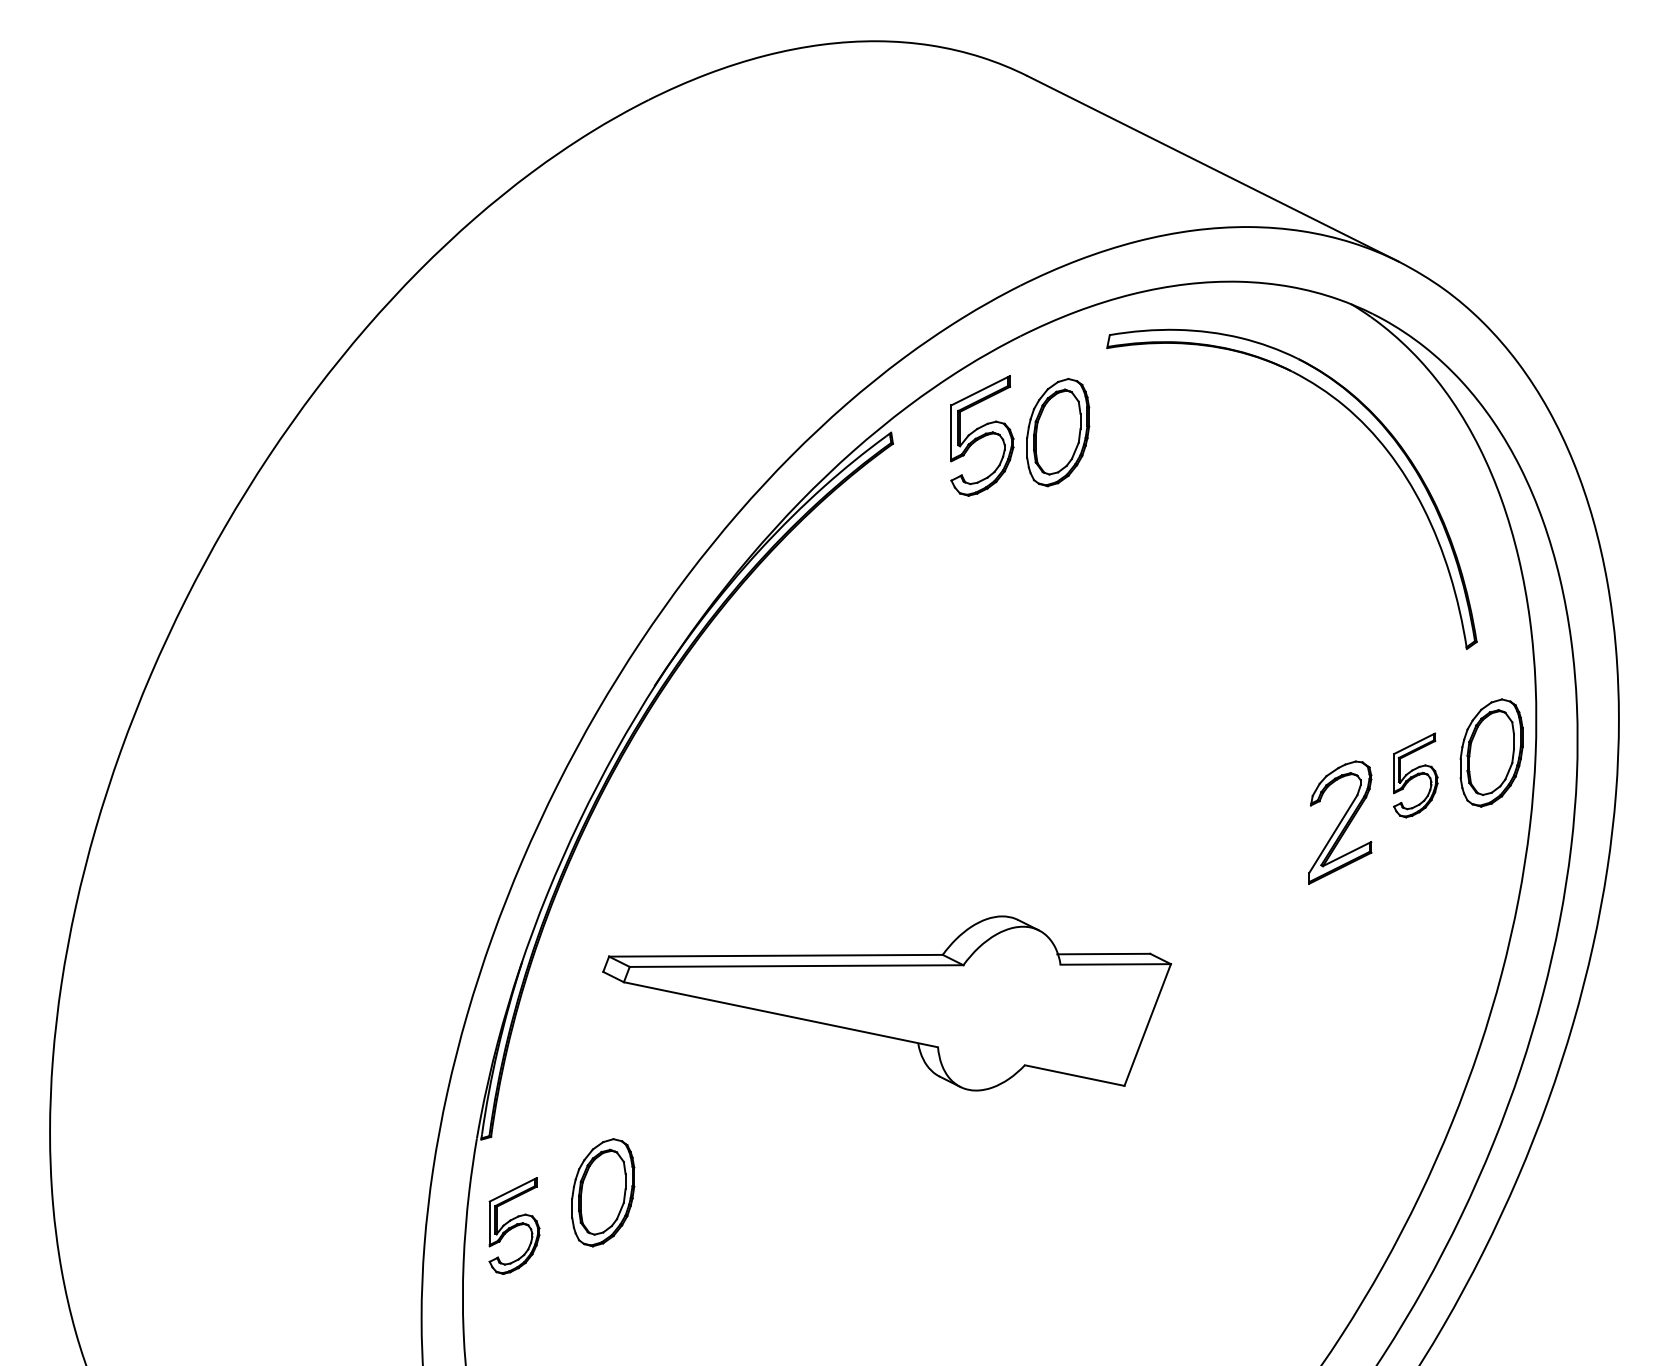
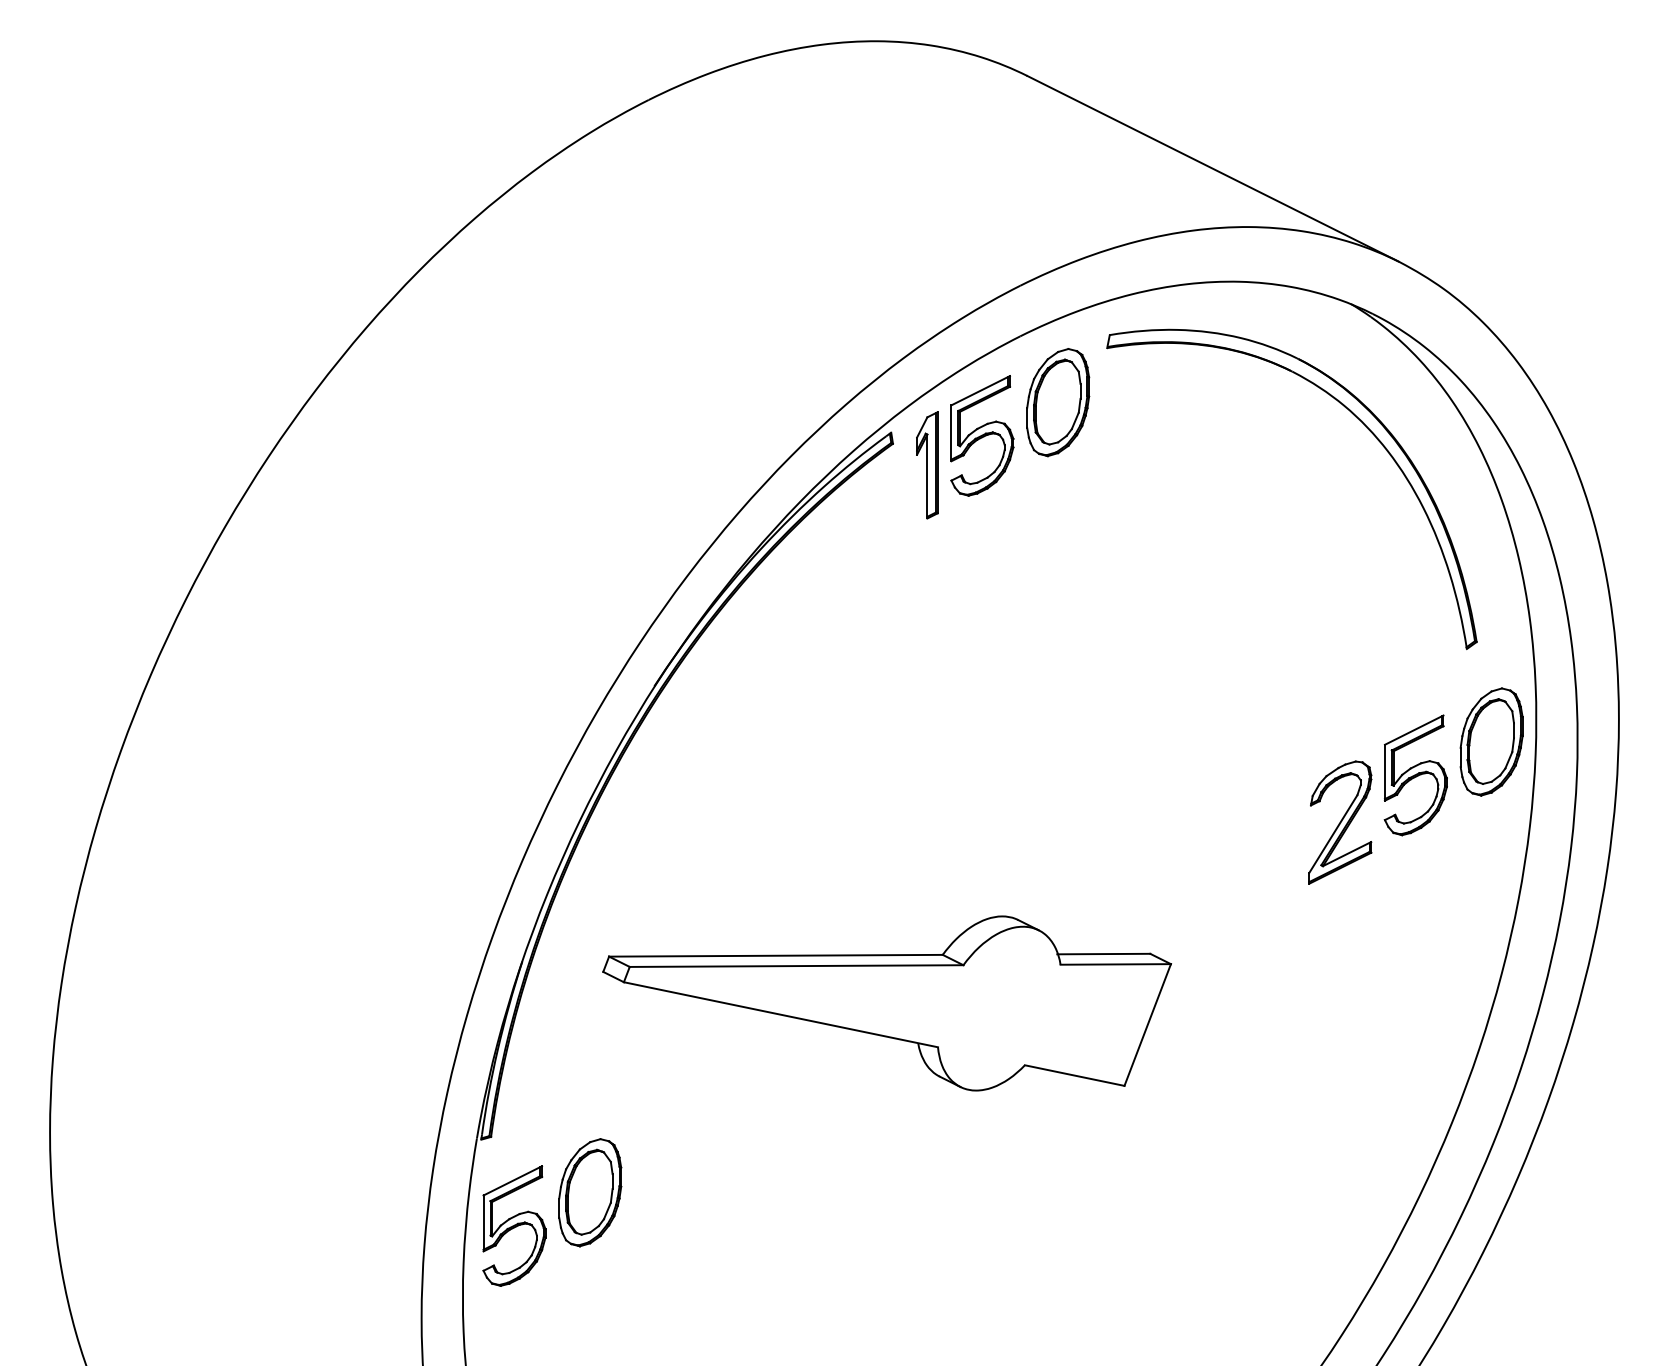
part at (1058, 432) position: (1058, 432) -> (1058, 402)
part at (927, 465): none -> present
part at (1491, 752) position: (1491, 752) -> (1491, 741)
part at (1415, 775) size: 46x87 px -> 65x123 px
part at (603, 1192) position: (603, 1192) -> (590, 1192)
part at (514, 1225) size: 53x98 px -> 65x122 px
